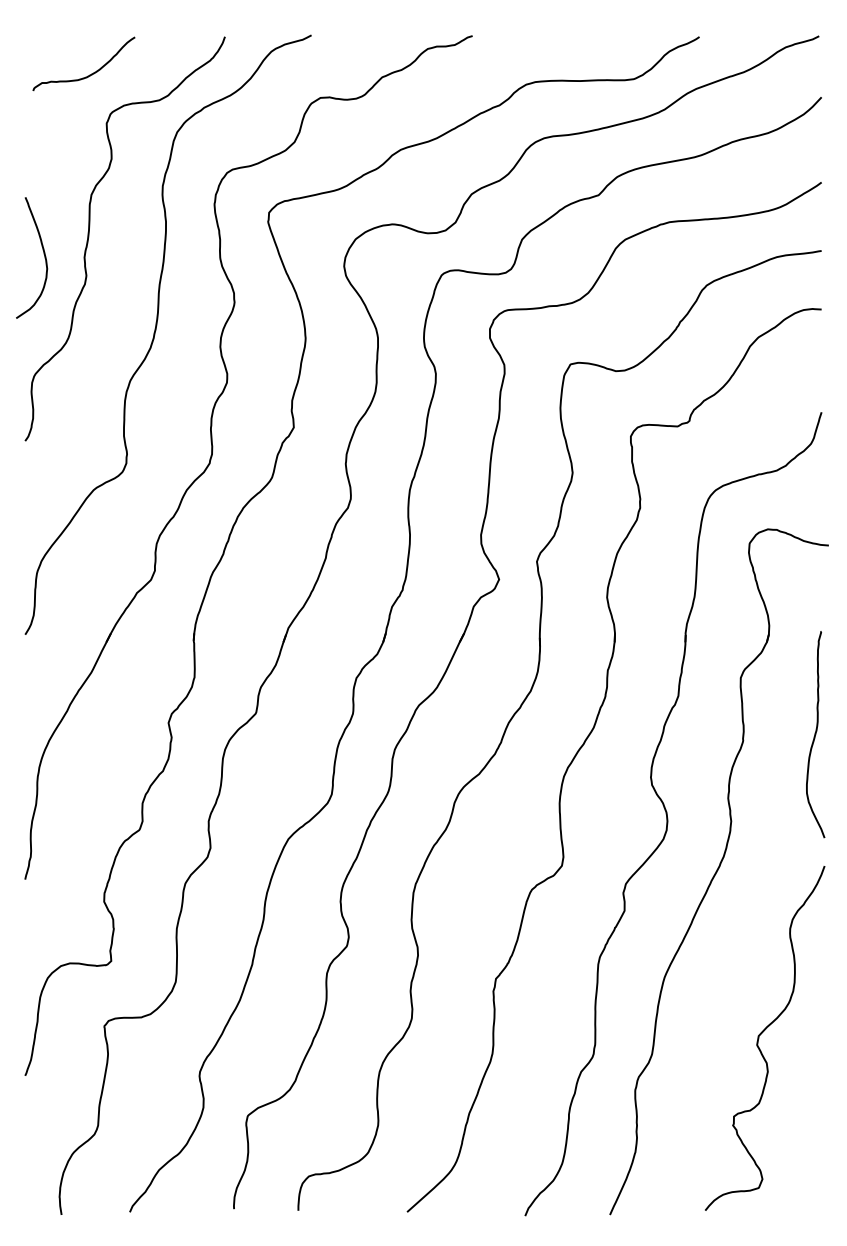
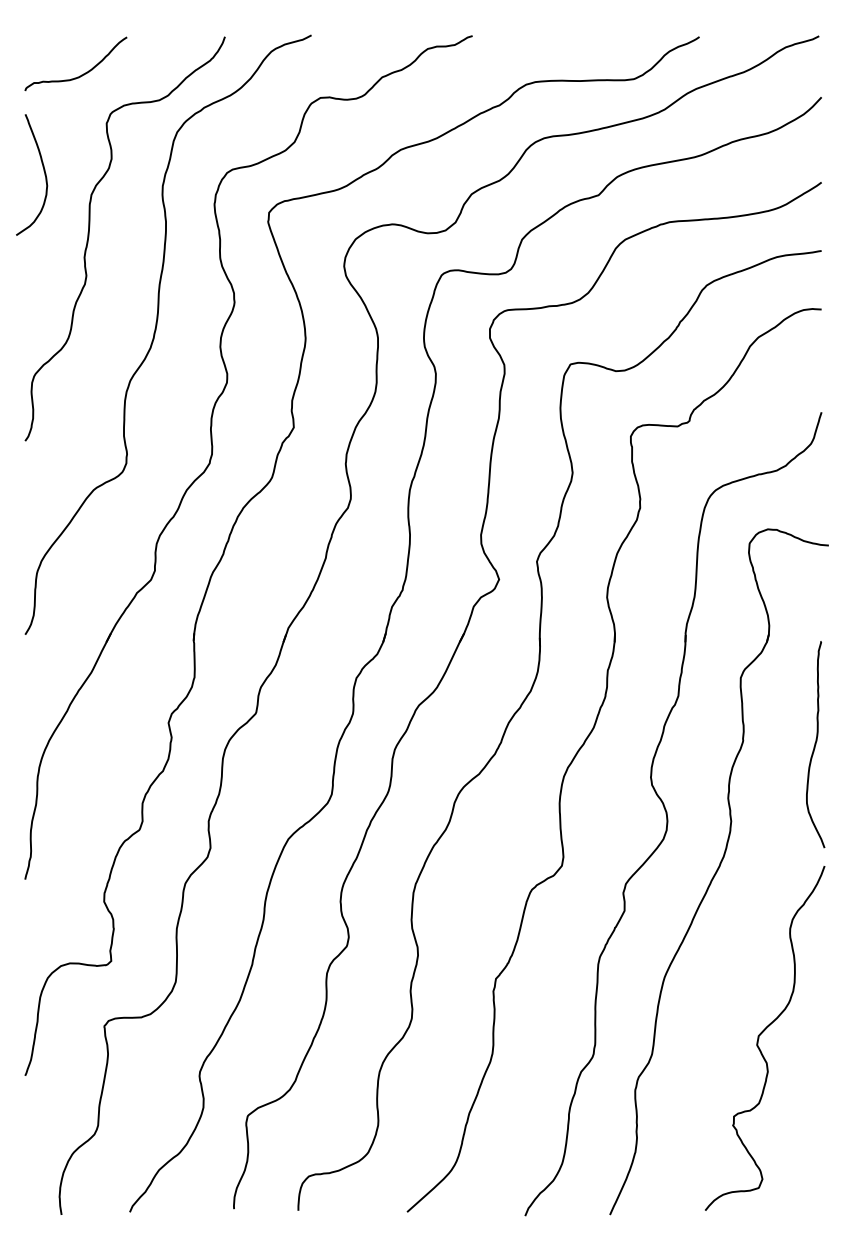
curve at (89, 74) position: (89, 74) -> (81, 74)
curve at (43, 254) position: (43, 254) -> (43, 171)
curve at (815, 734) position: (815, 734) -> (815, 744)
